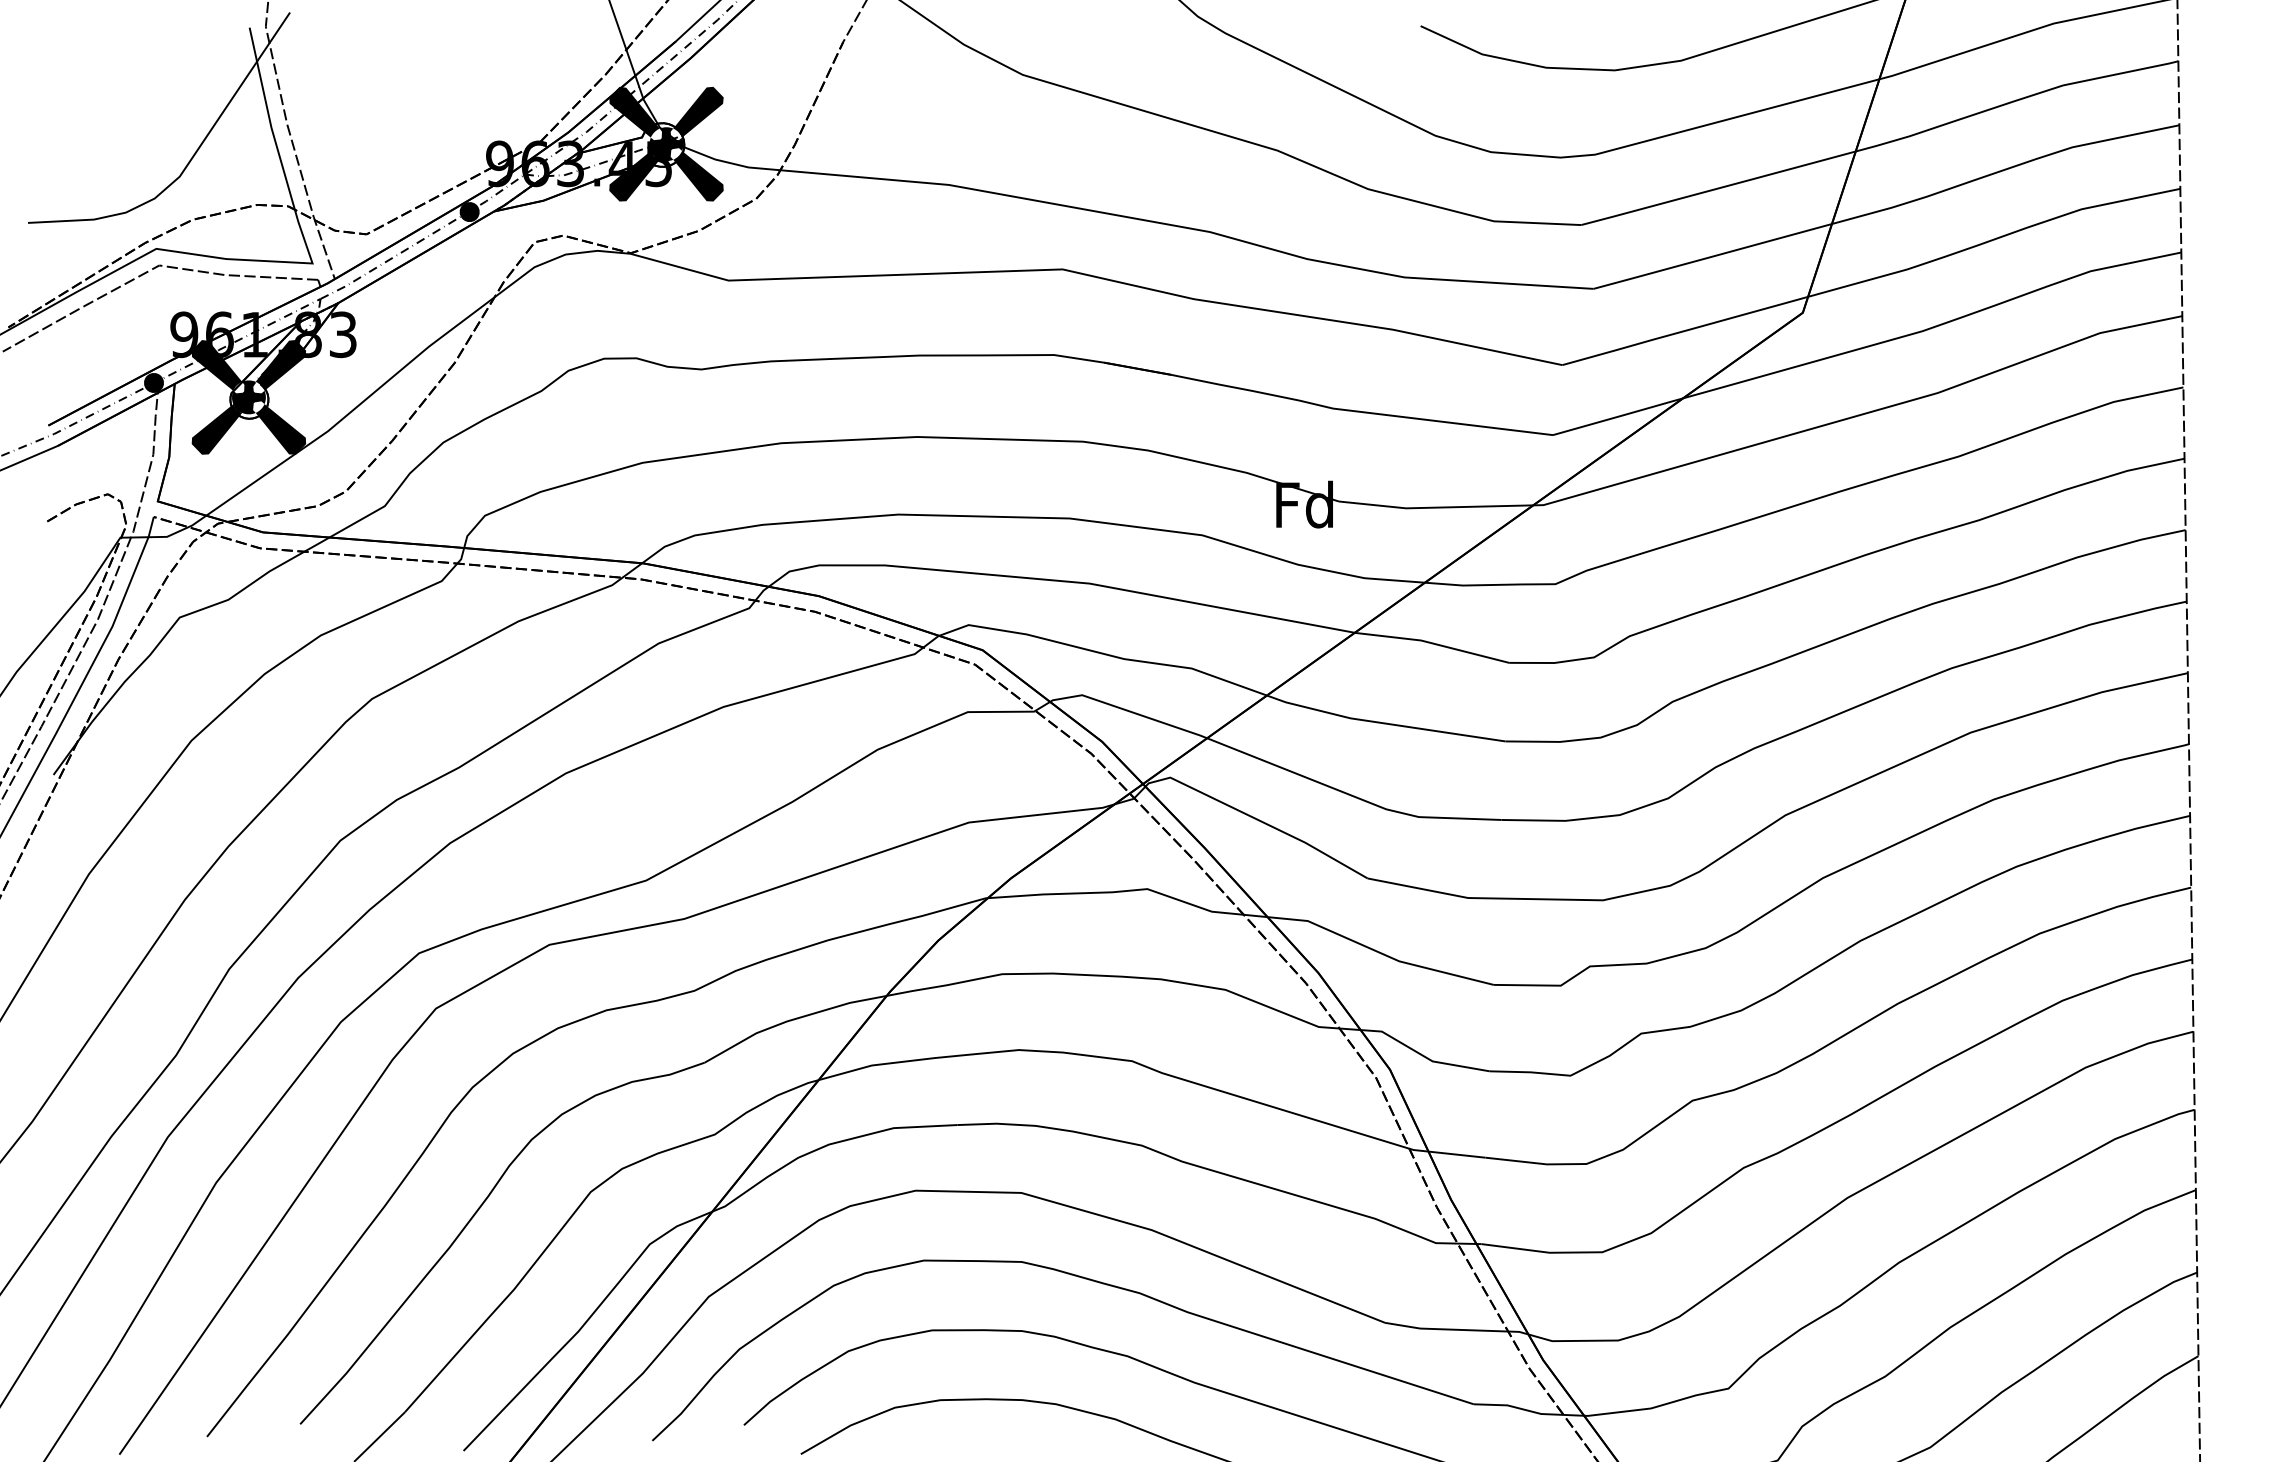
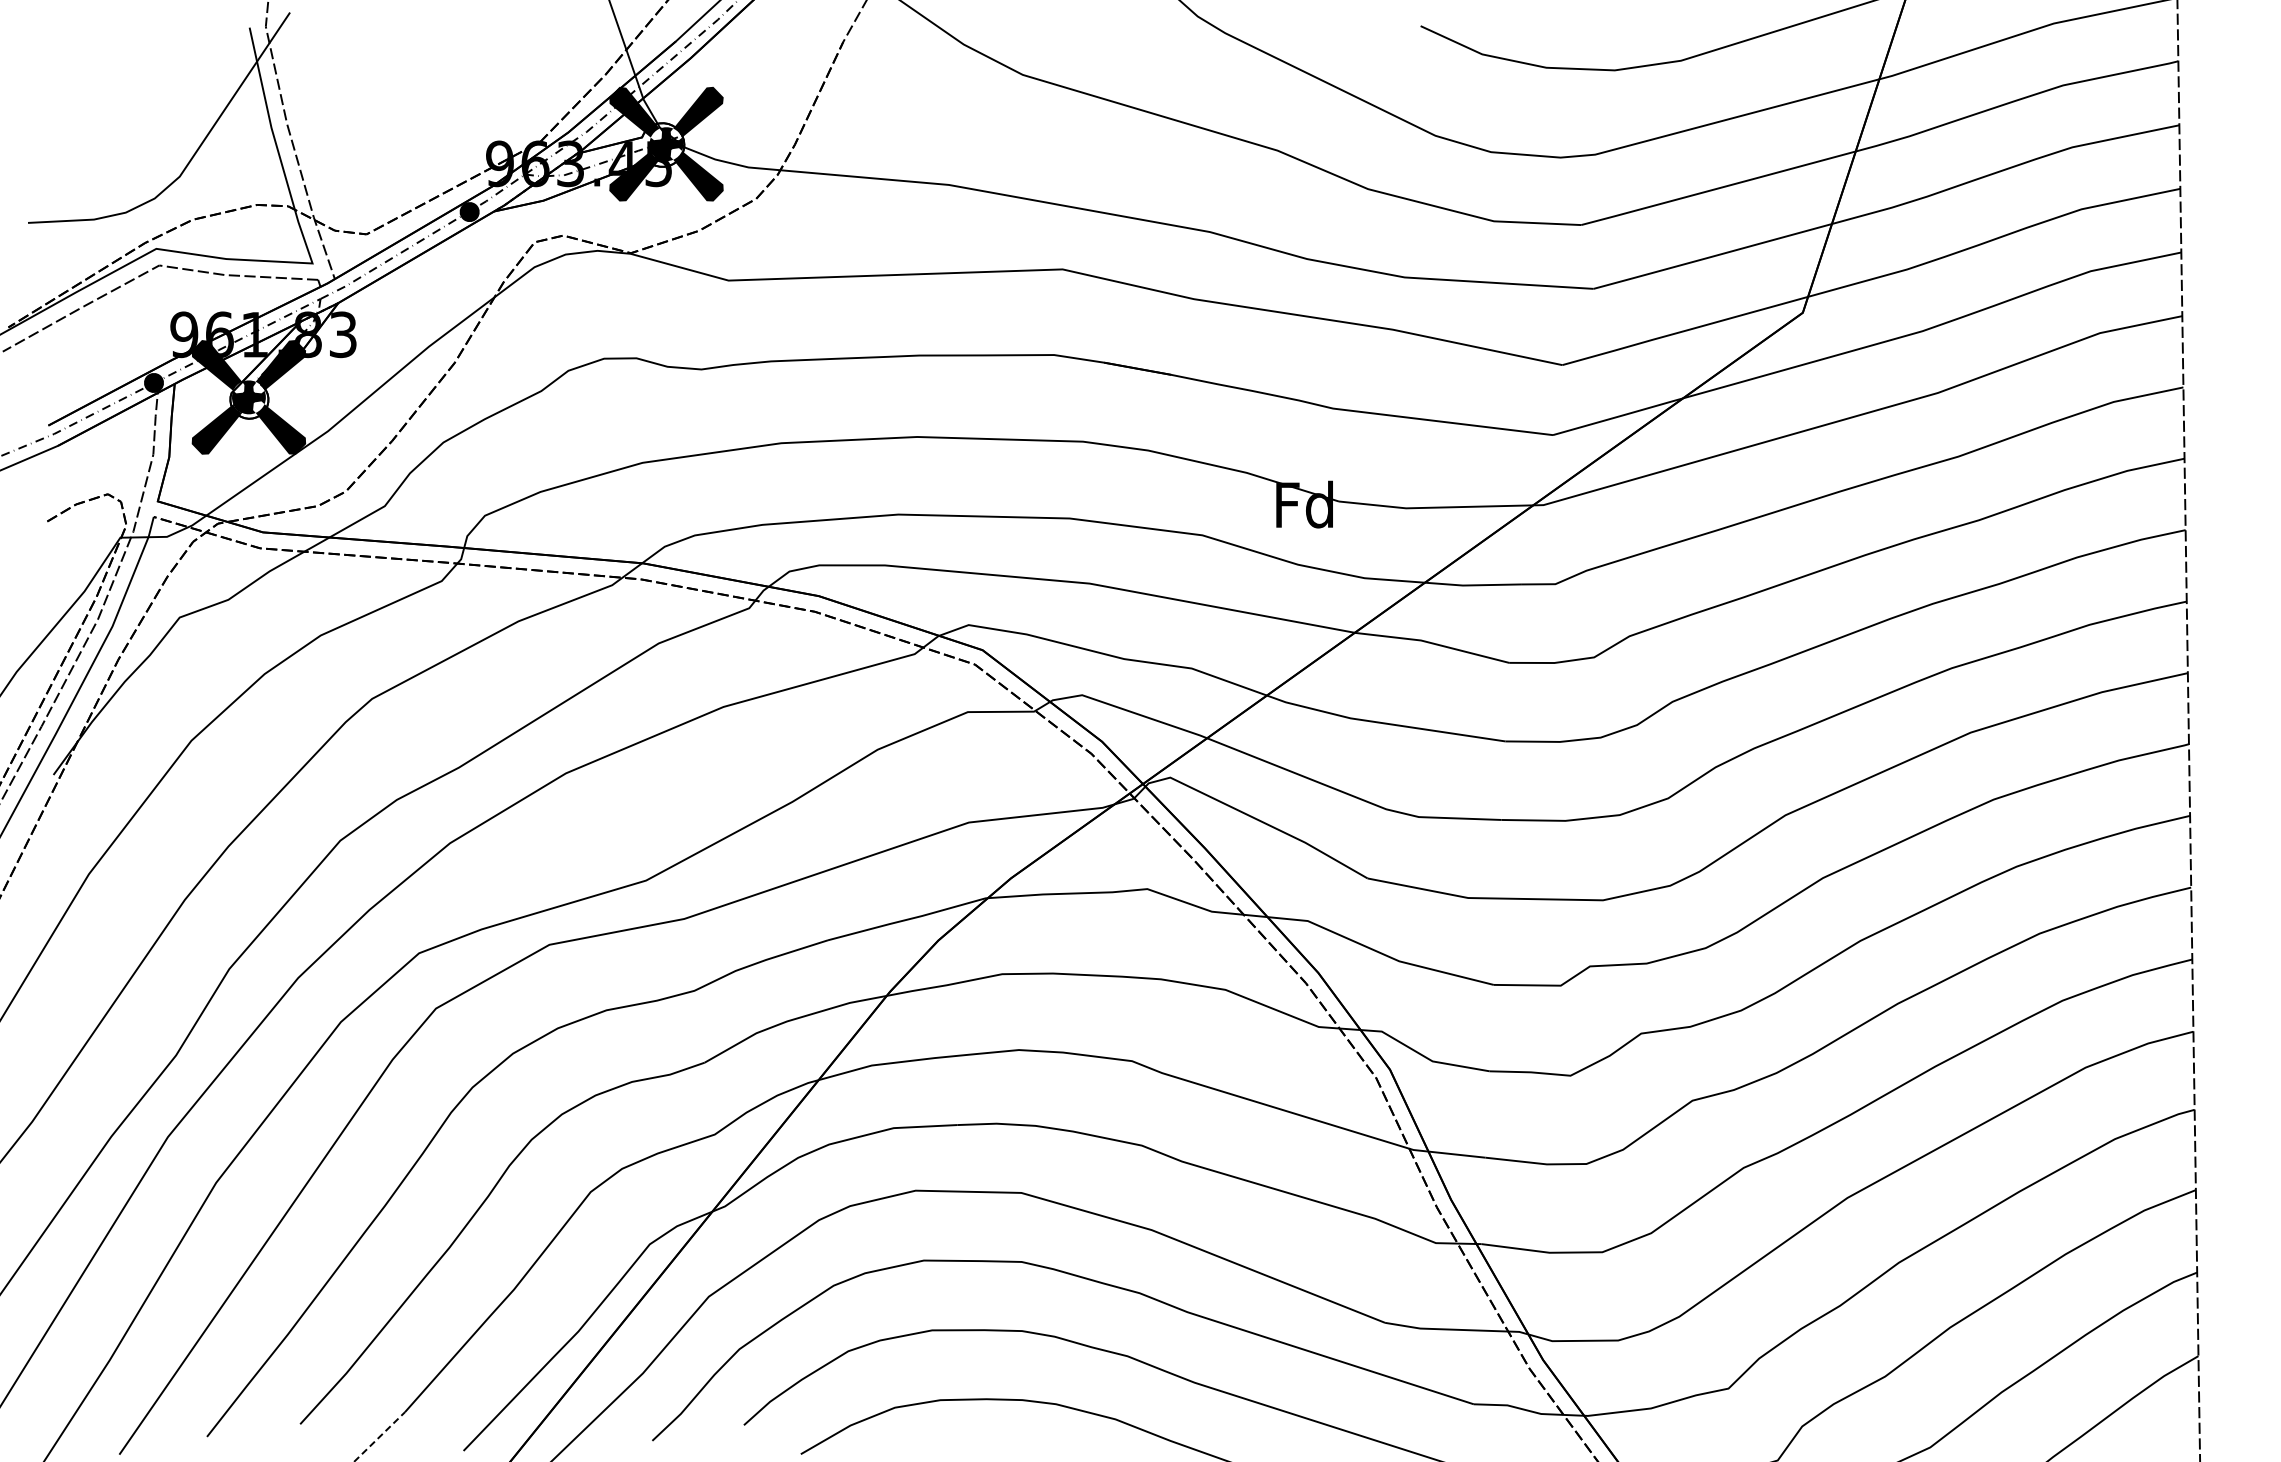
line at (379, 1437): solid -> dashed
